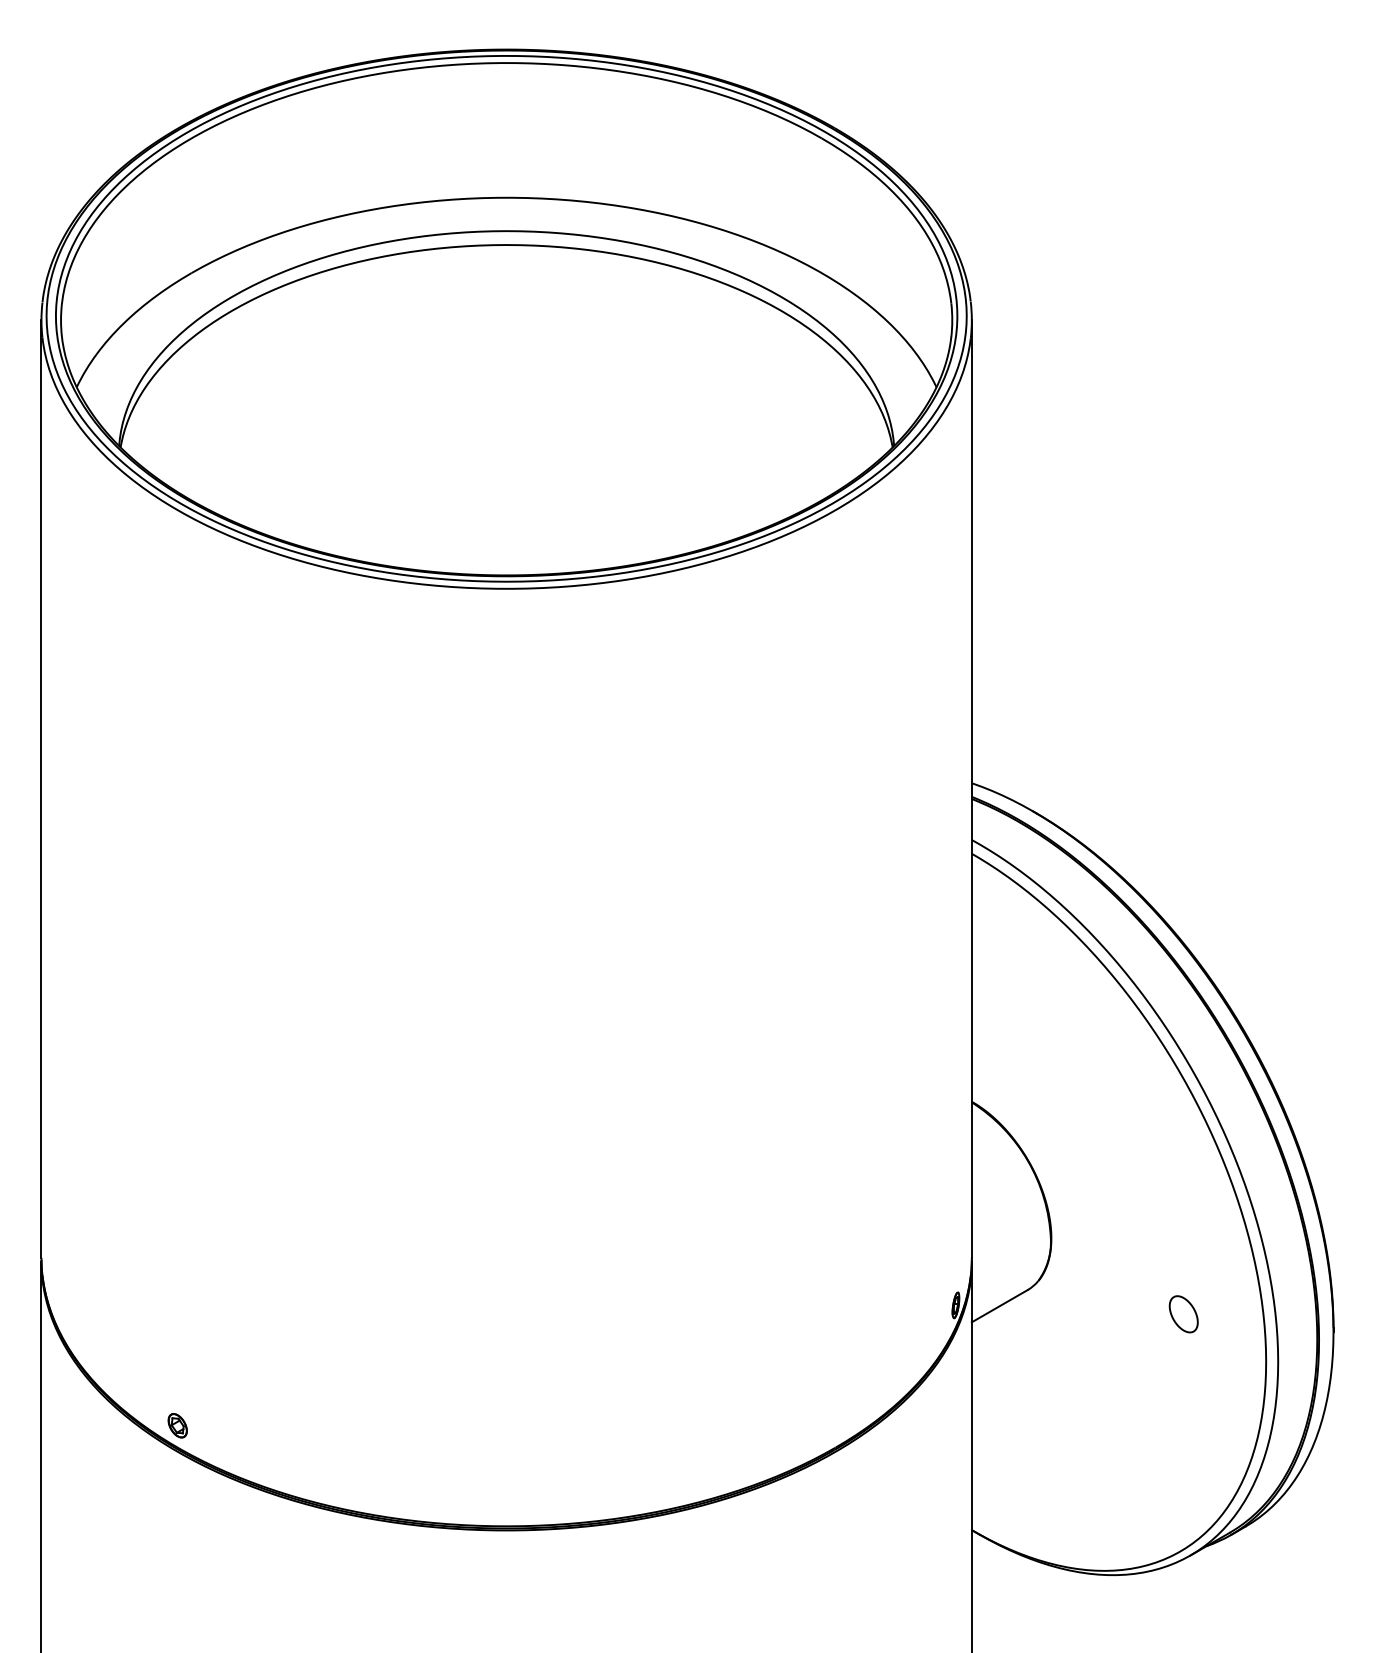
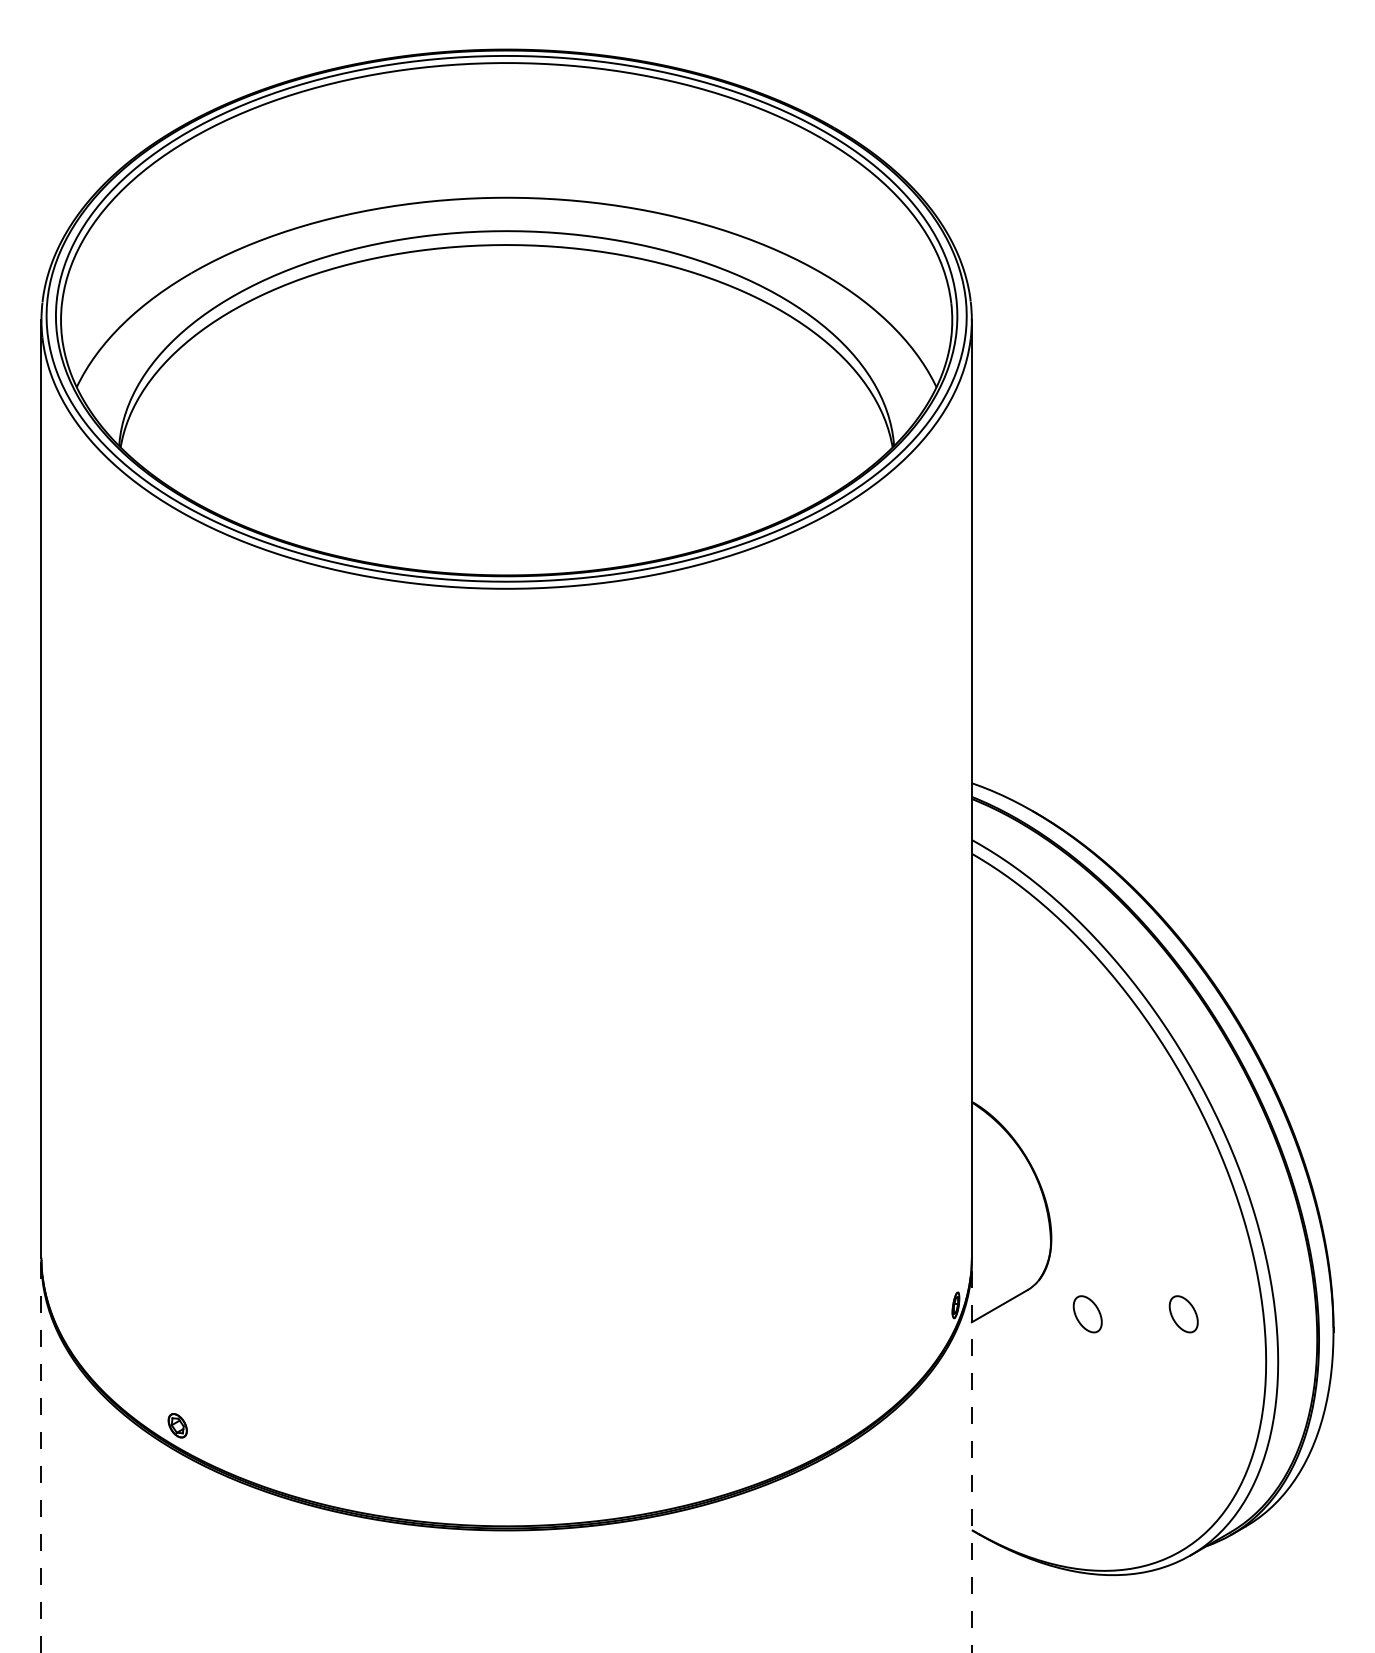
part at (1087, 1314): none -> present
line at (971, 1456): solid -> dashed
line at (41, 1457): solid -> dashed
